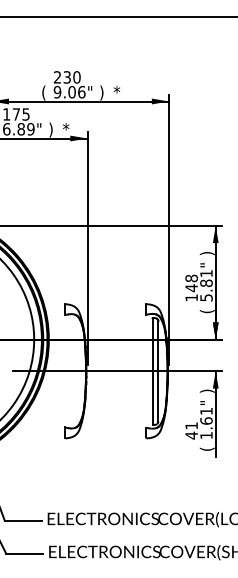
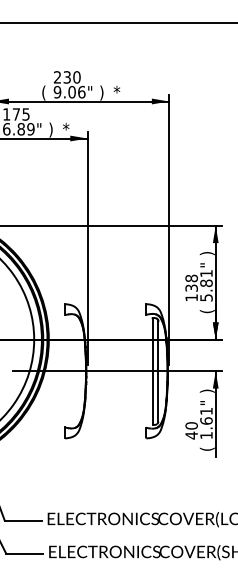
line at (118, 17) position: (118, 17) -> (118, 23)
text at (191, 288): 148 -> 138
text at (191, 425): 41 -> 40
